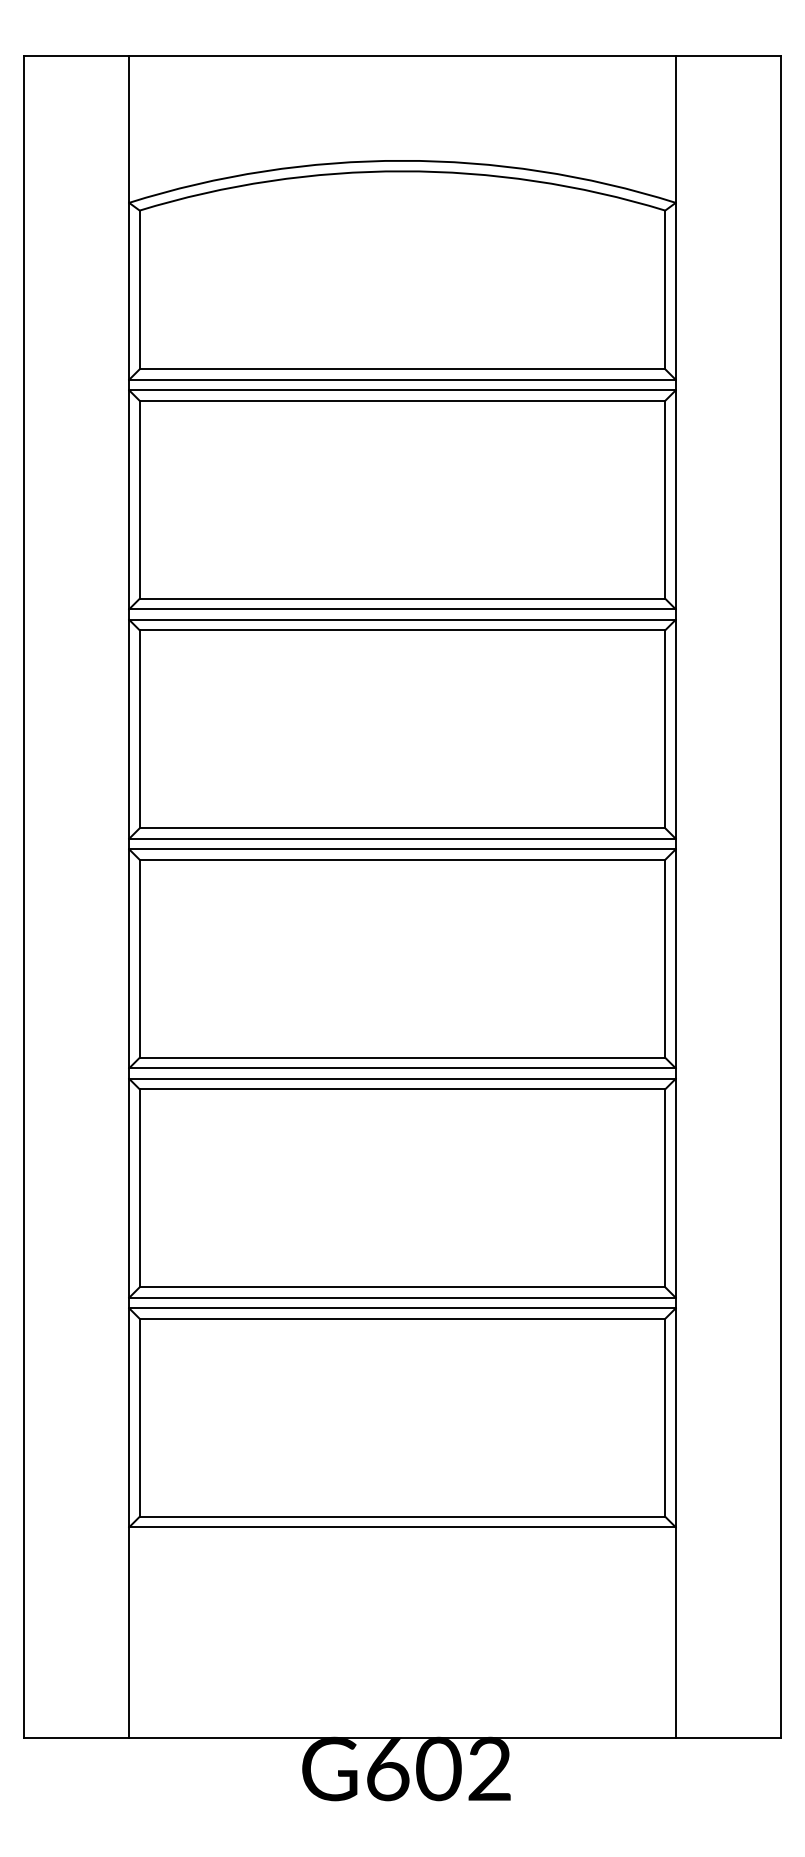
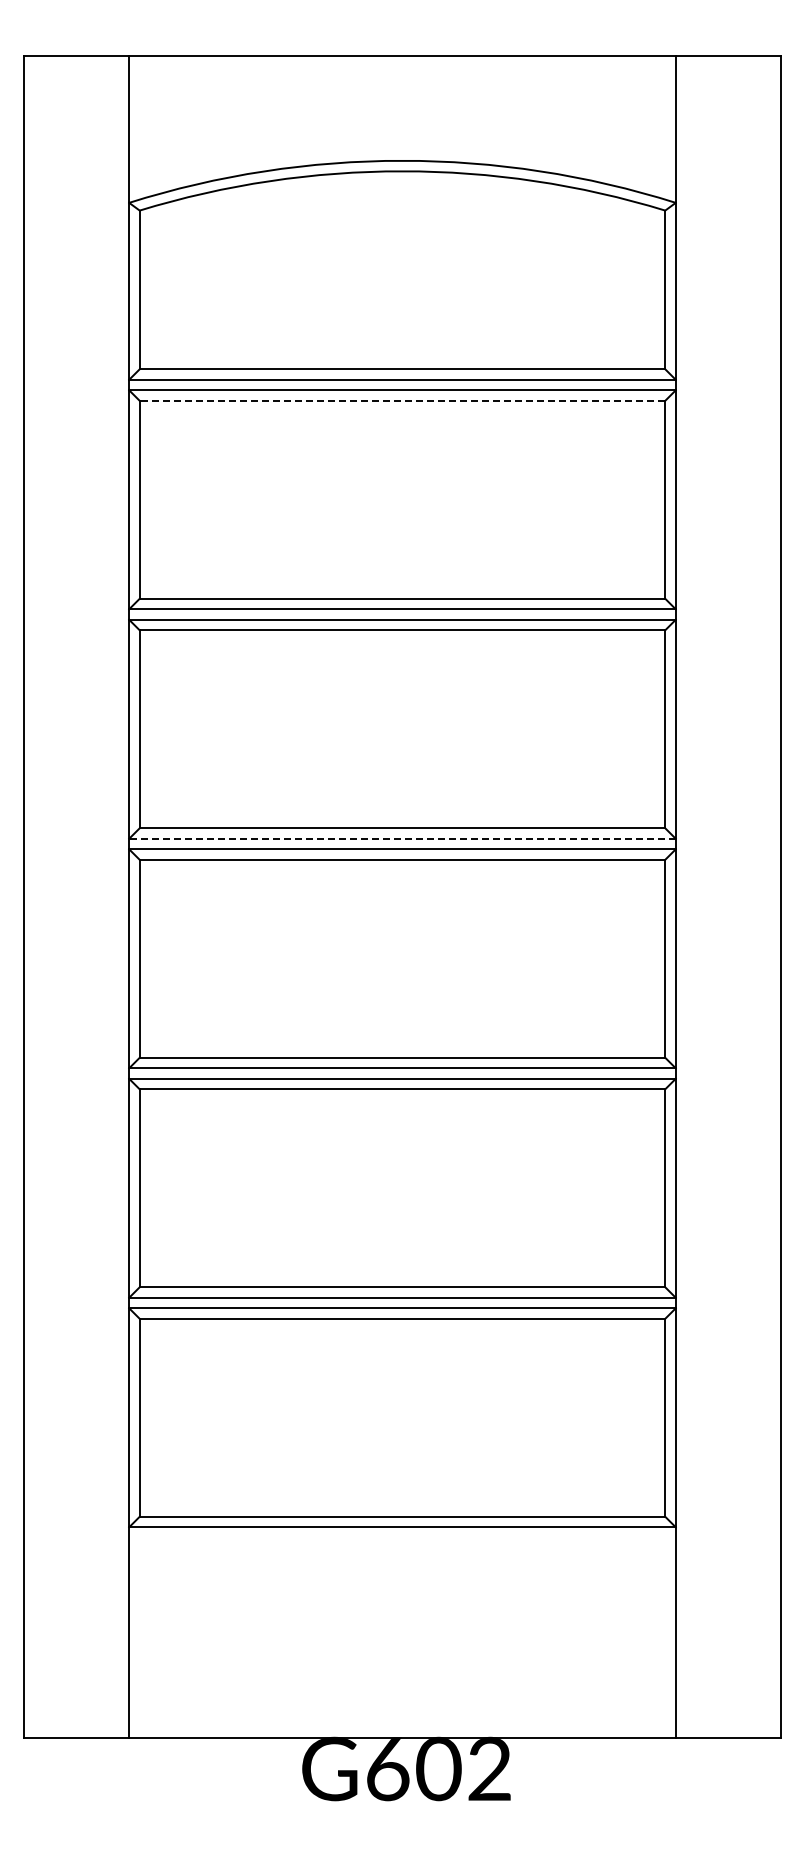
line at (402, 400): solid -> dashed
line at (401, 838): solid -> dashed
